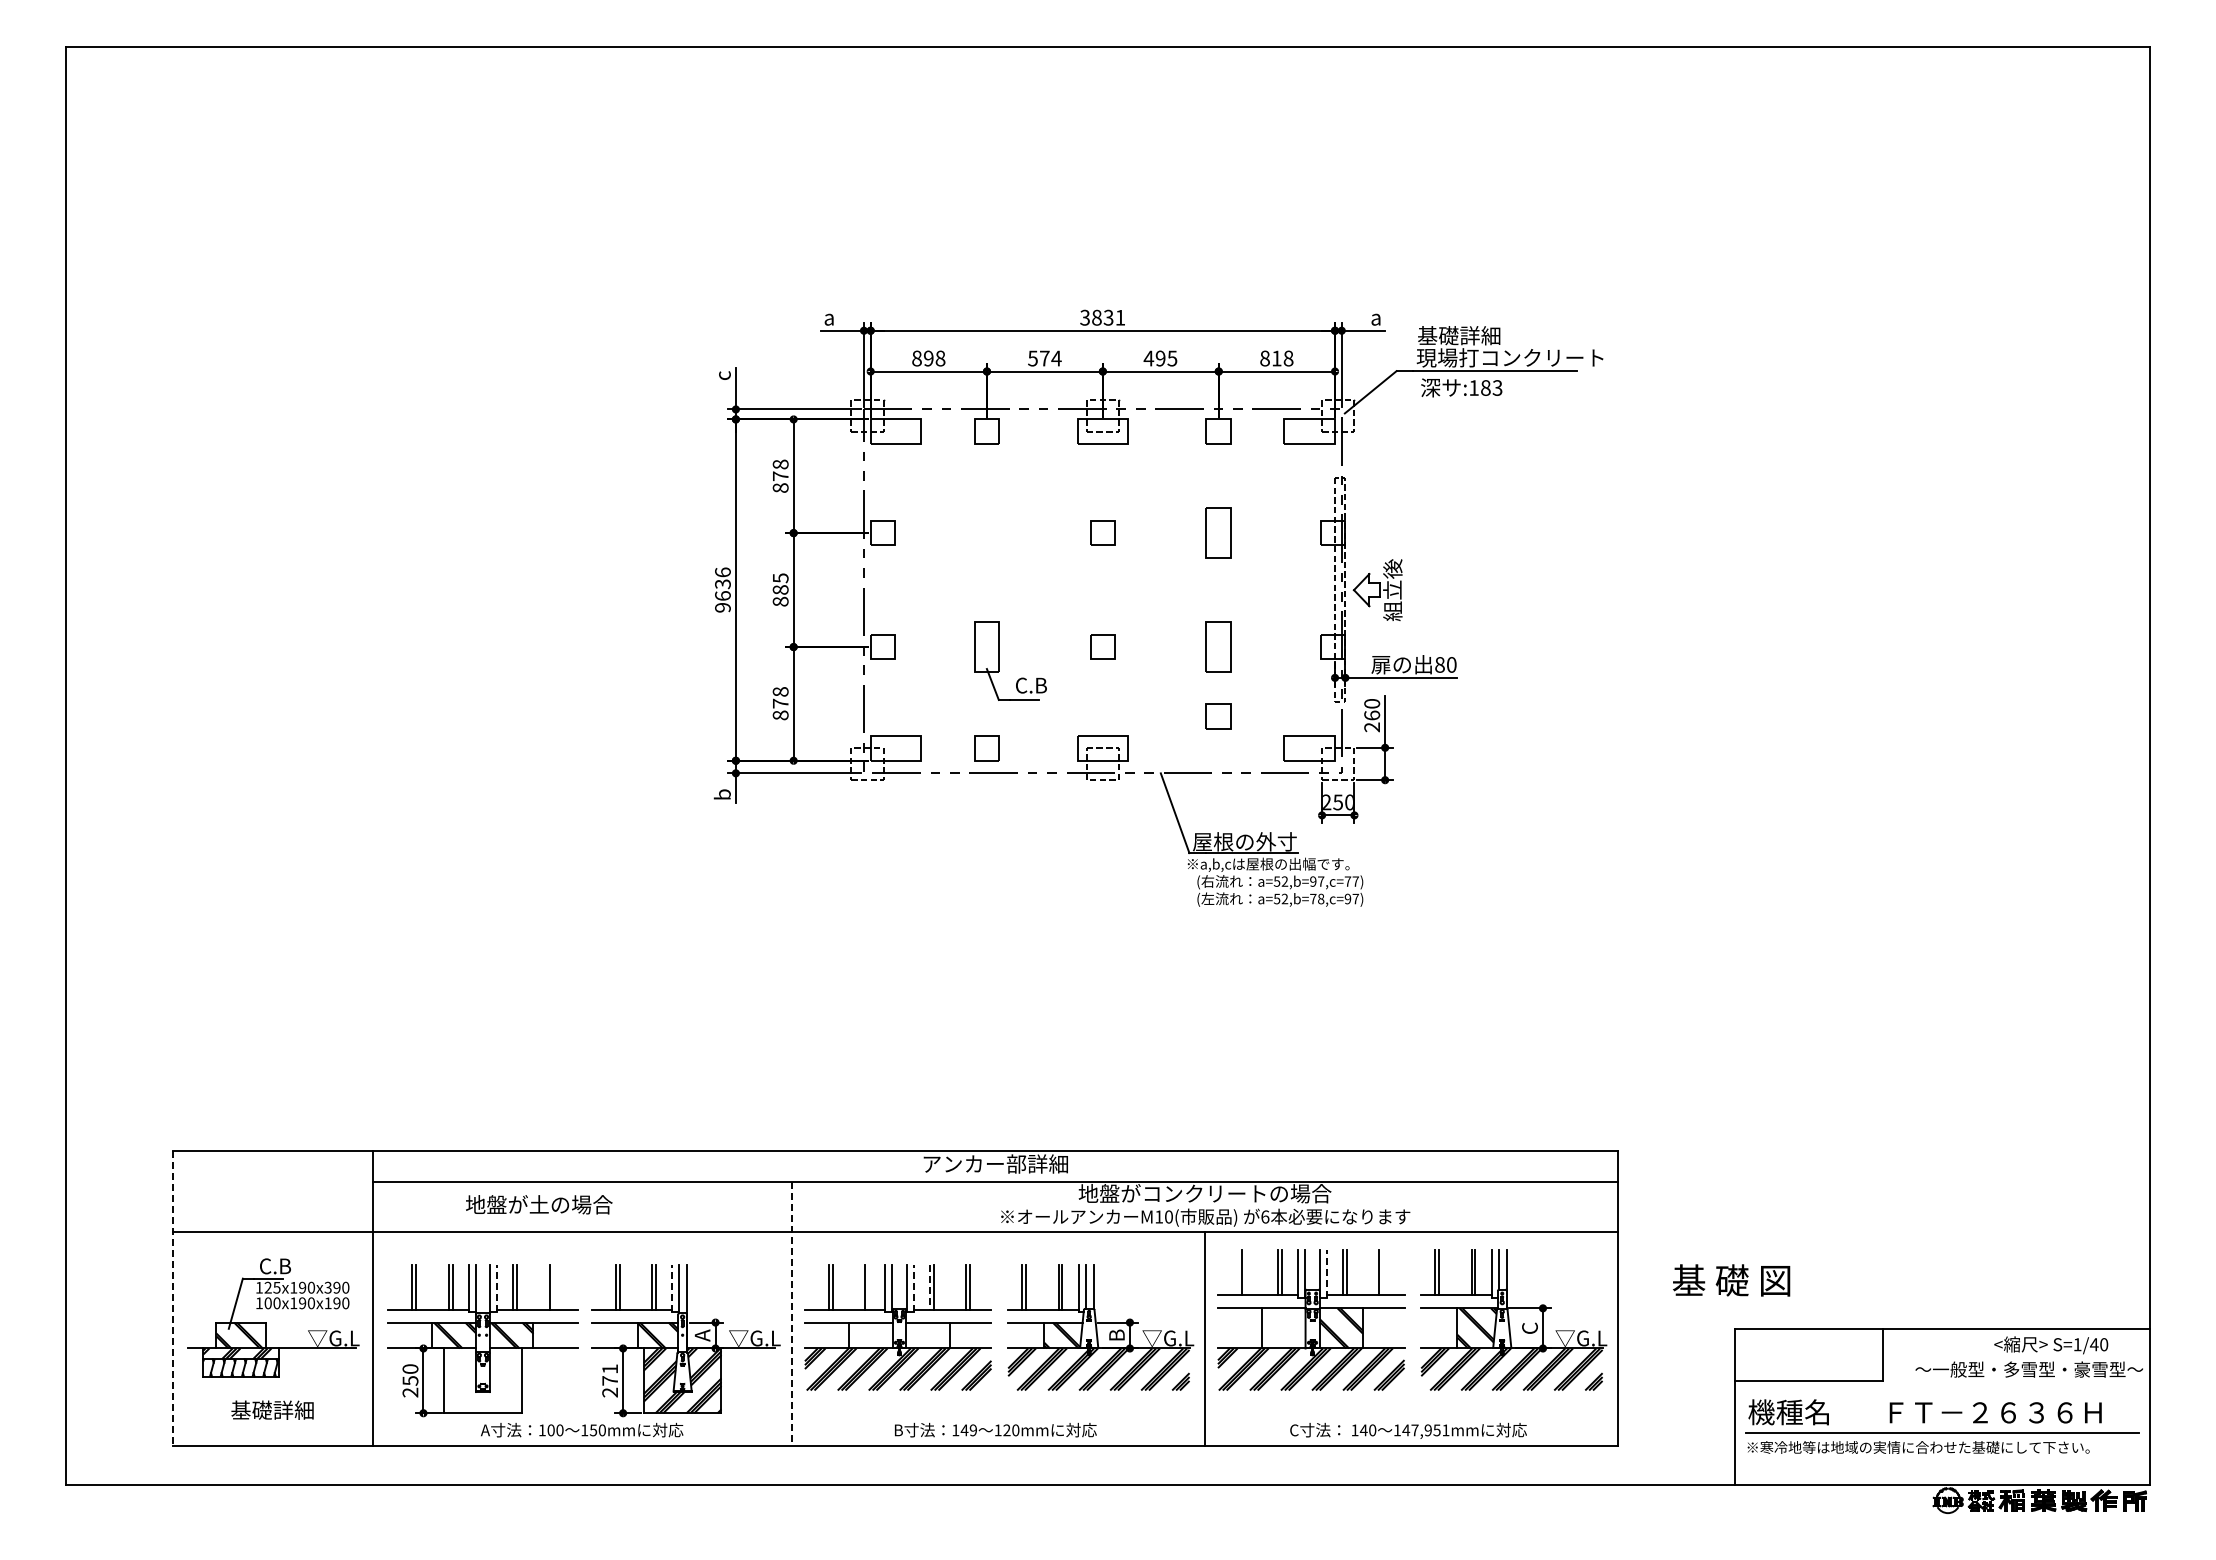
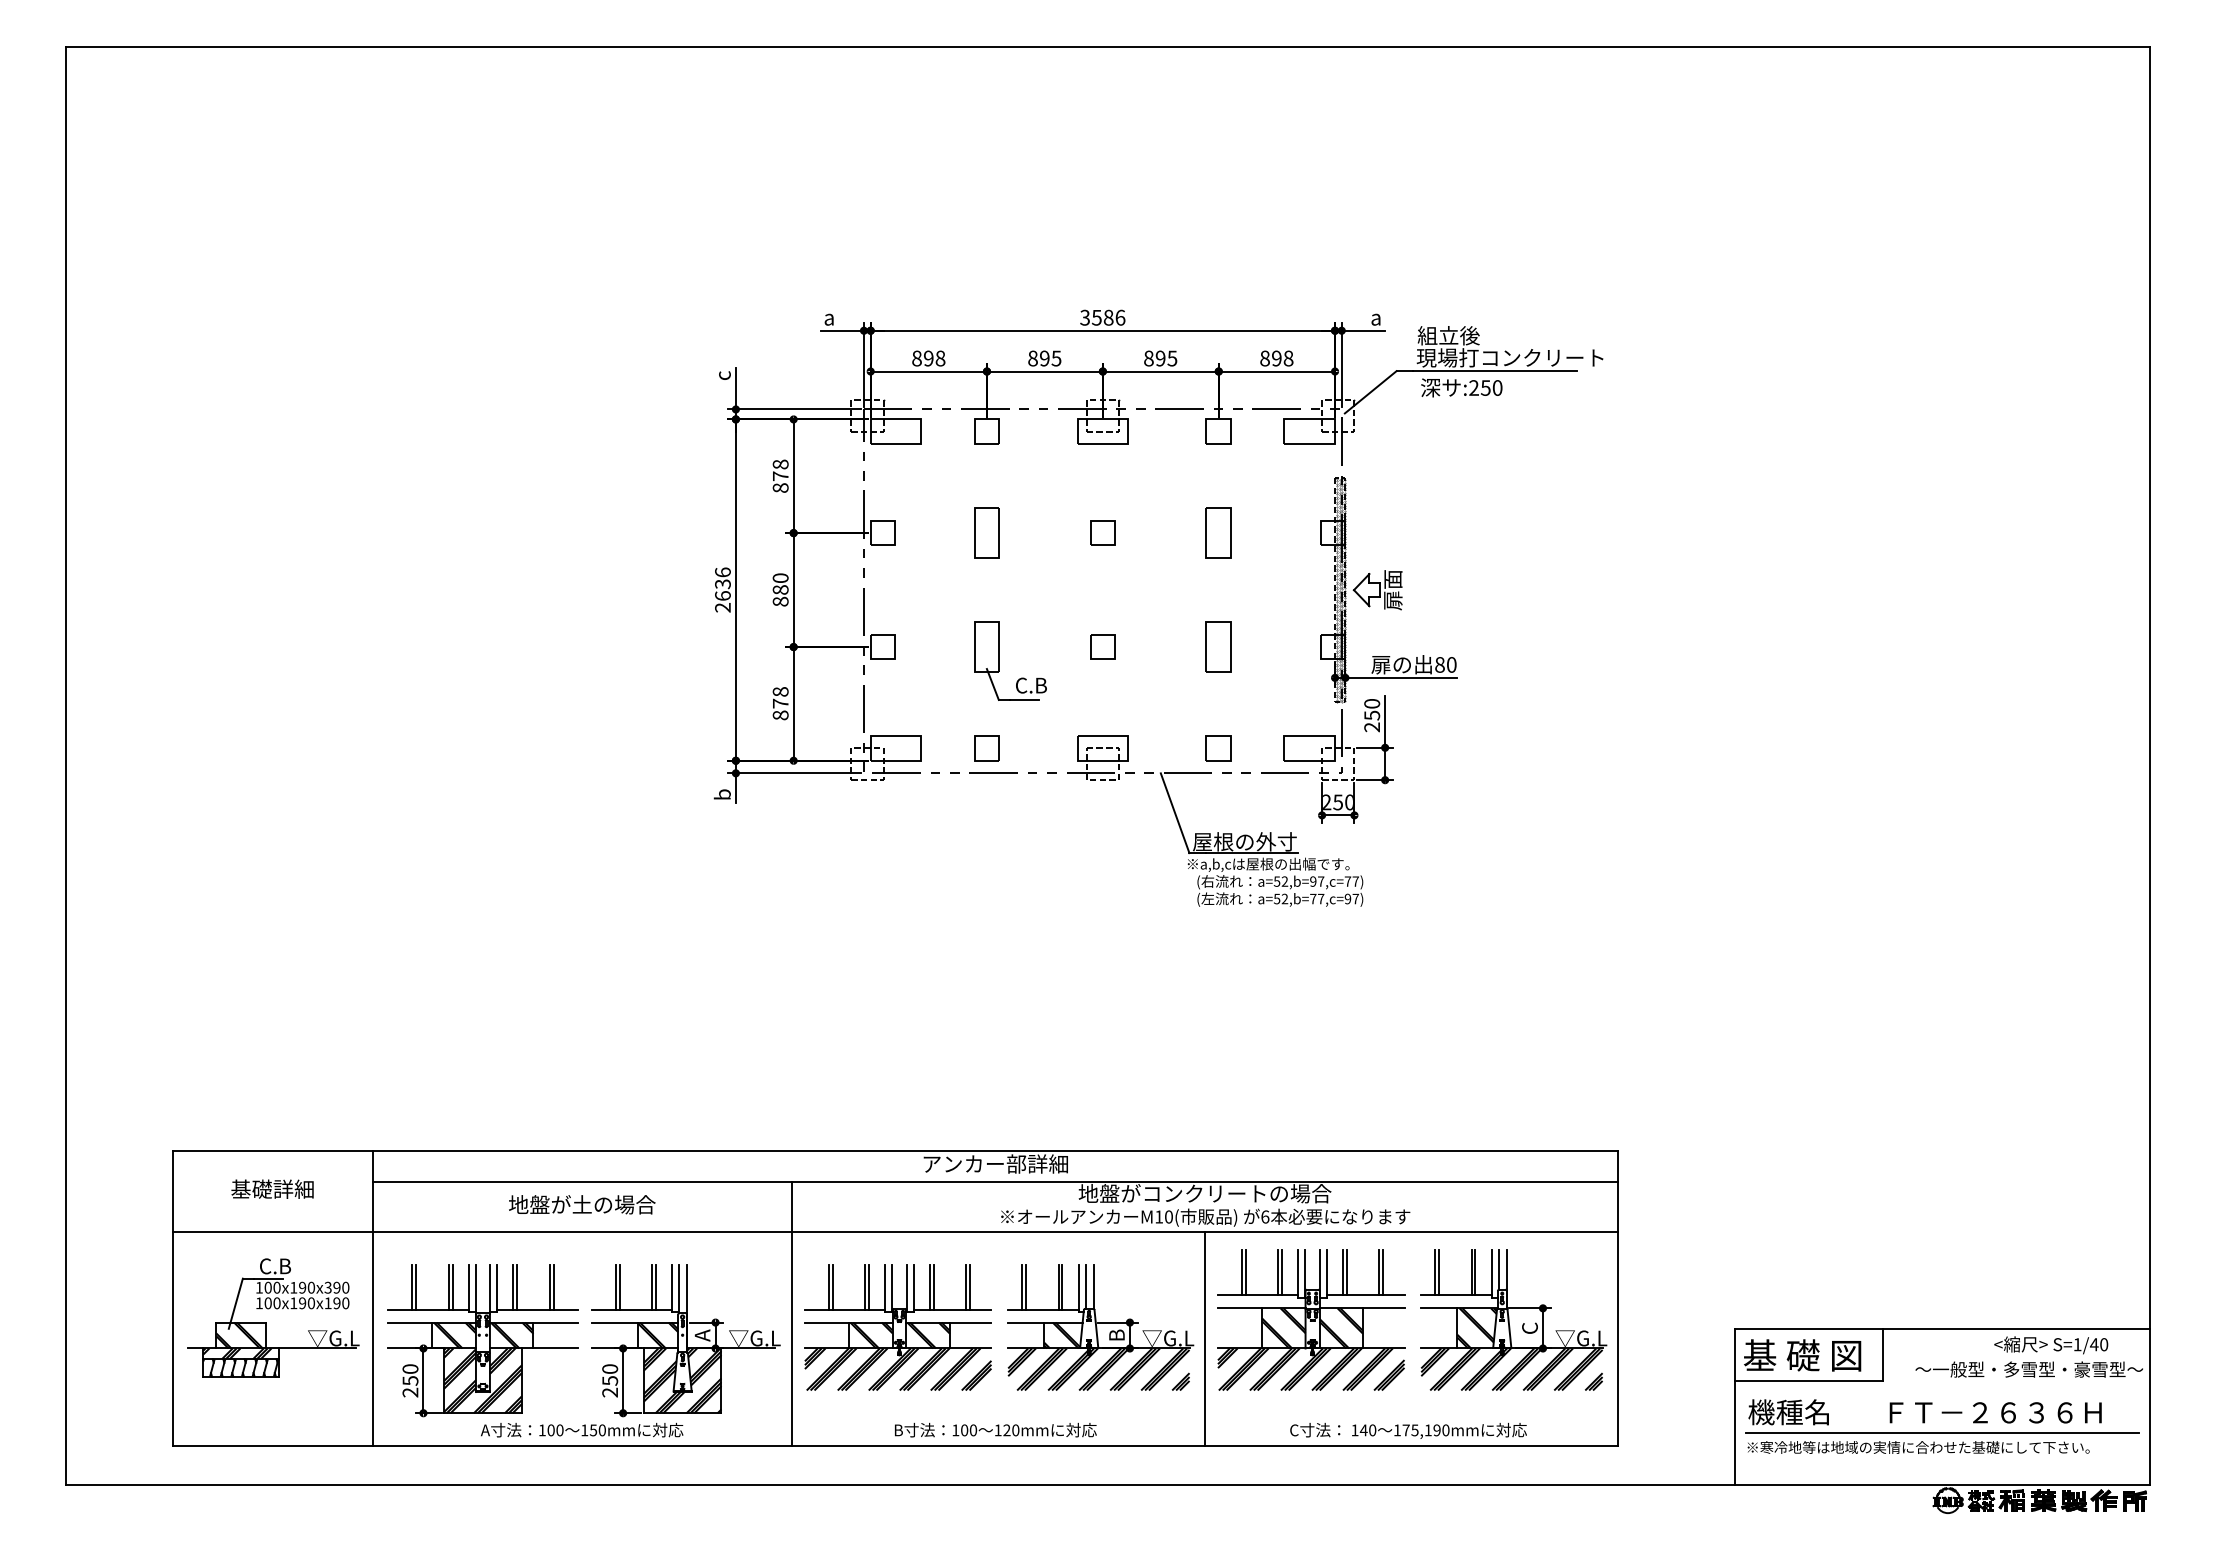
text at (1108, 317): 3831 -> 3586
text at (1458, 335): 基礎詳細 -> 組立後
text at (1044, 358): 574 -> 895
text at (1148, 358): 495 -> 895
text at (1276, 358): 818 -> 898
text at (1485, 387): :183 -> :250
part at (986, 532): none -> present
text at (780, 578): 885 -> 880
hatch at (1340, 590): none -> present
text at (1392, 590): 組立後 -> 扉面
text at (722, 607): 9636 -> 2636
text at (1372, 715): 260 -> 250
part at (1218, 716) position: (1218, 716) -> (1218, 748)
text at (1321, 898): a=52,b=78,c=97) -> a=52,b=77,c=97)
text at (539, 1204) position: (539, 1204) -> (582, 1204)
line at (1245, 1272): none -> present
line at (1383, 1272): none -> present
line at (1326, 1274): dashed -> solid
text at (1731, 1280) position: (1731, 1280) -> (1802, 1355)
line at (553, 1286): none -> present
line at (869, 1286): none -> present
text at (272, 1287): 125x190x390 -> 100x190x390
line at (929, 1287): dashed -> solid
line at (497, 1288): dashed -> solid
line at (672, 1288): dashed -> solid
line at (913, 1288): dashed -> solid
line at (173, 1298): dashed -> solid
line at (792, 1314): dashed -> solid
hatch at (1283, 1328): none -> present
hatch at (871, 1335): none -> present
hatch at (928, 1335): none -> present
text at (610, 1374): 271 -> 250
hatch at (482, 1380): none -> present
text at (272, 1409) position: (272, 1409) -> (272, 1188)
text at (968, 1430): 149 -> 100
text at (1425, 1430): 147,951mm -> 175,190mm
